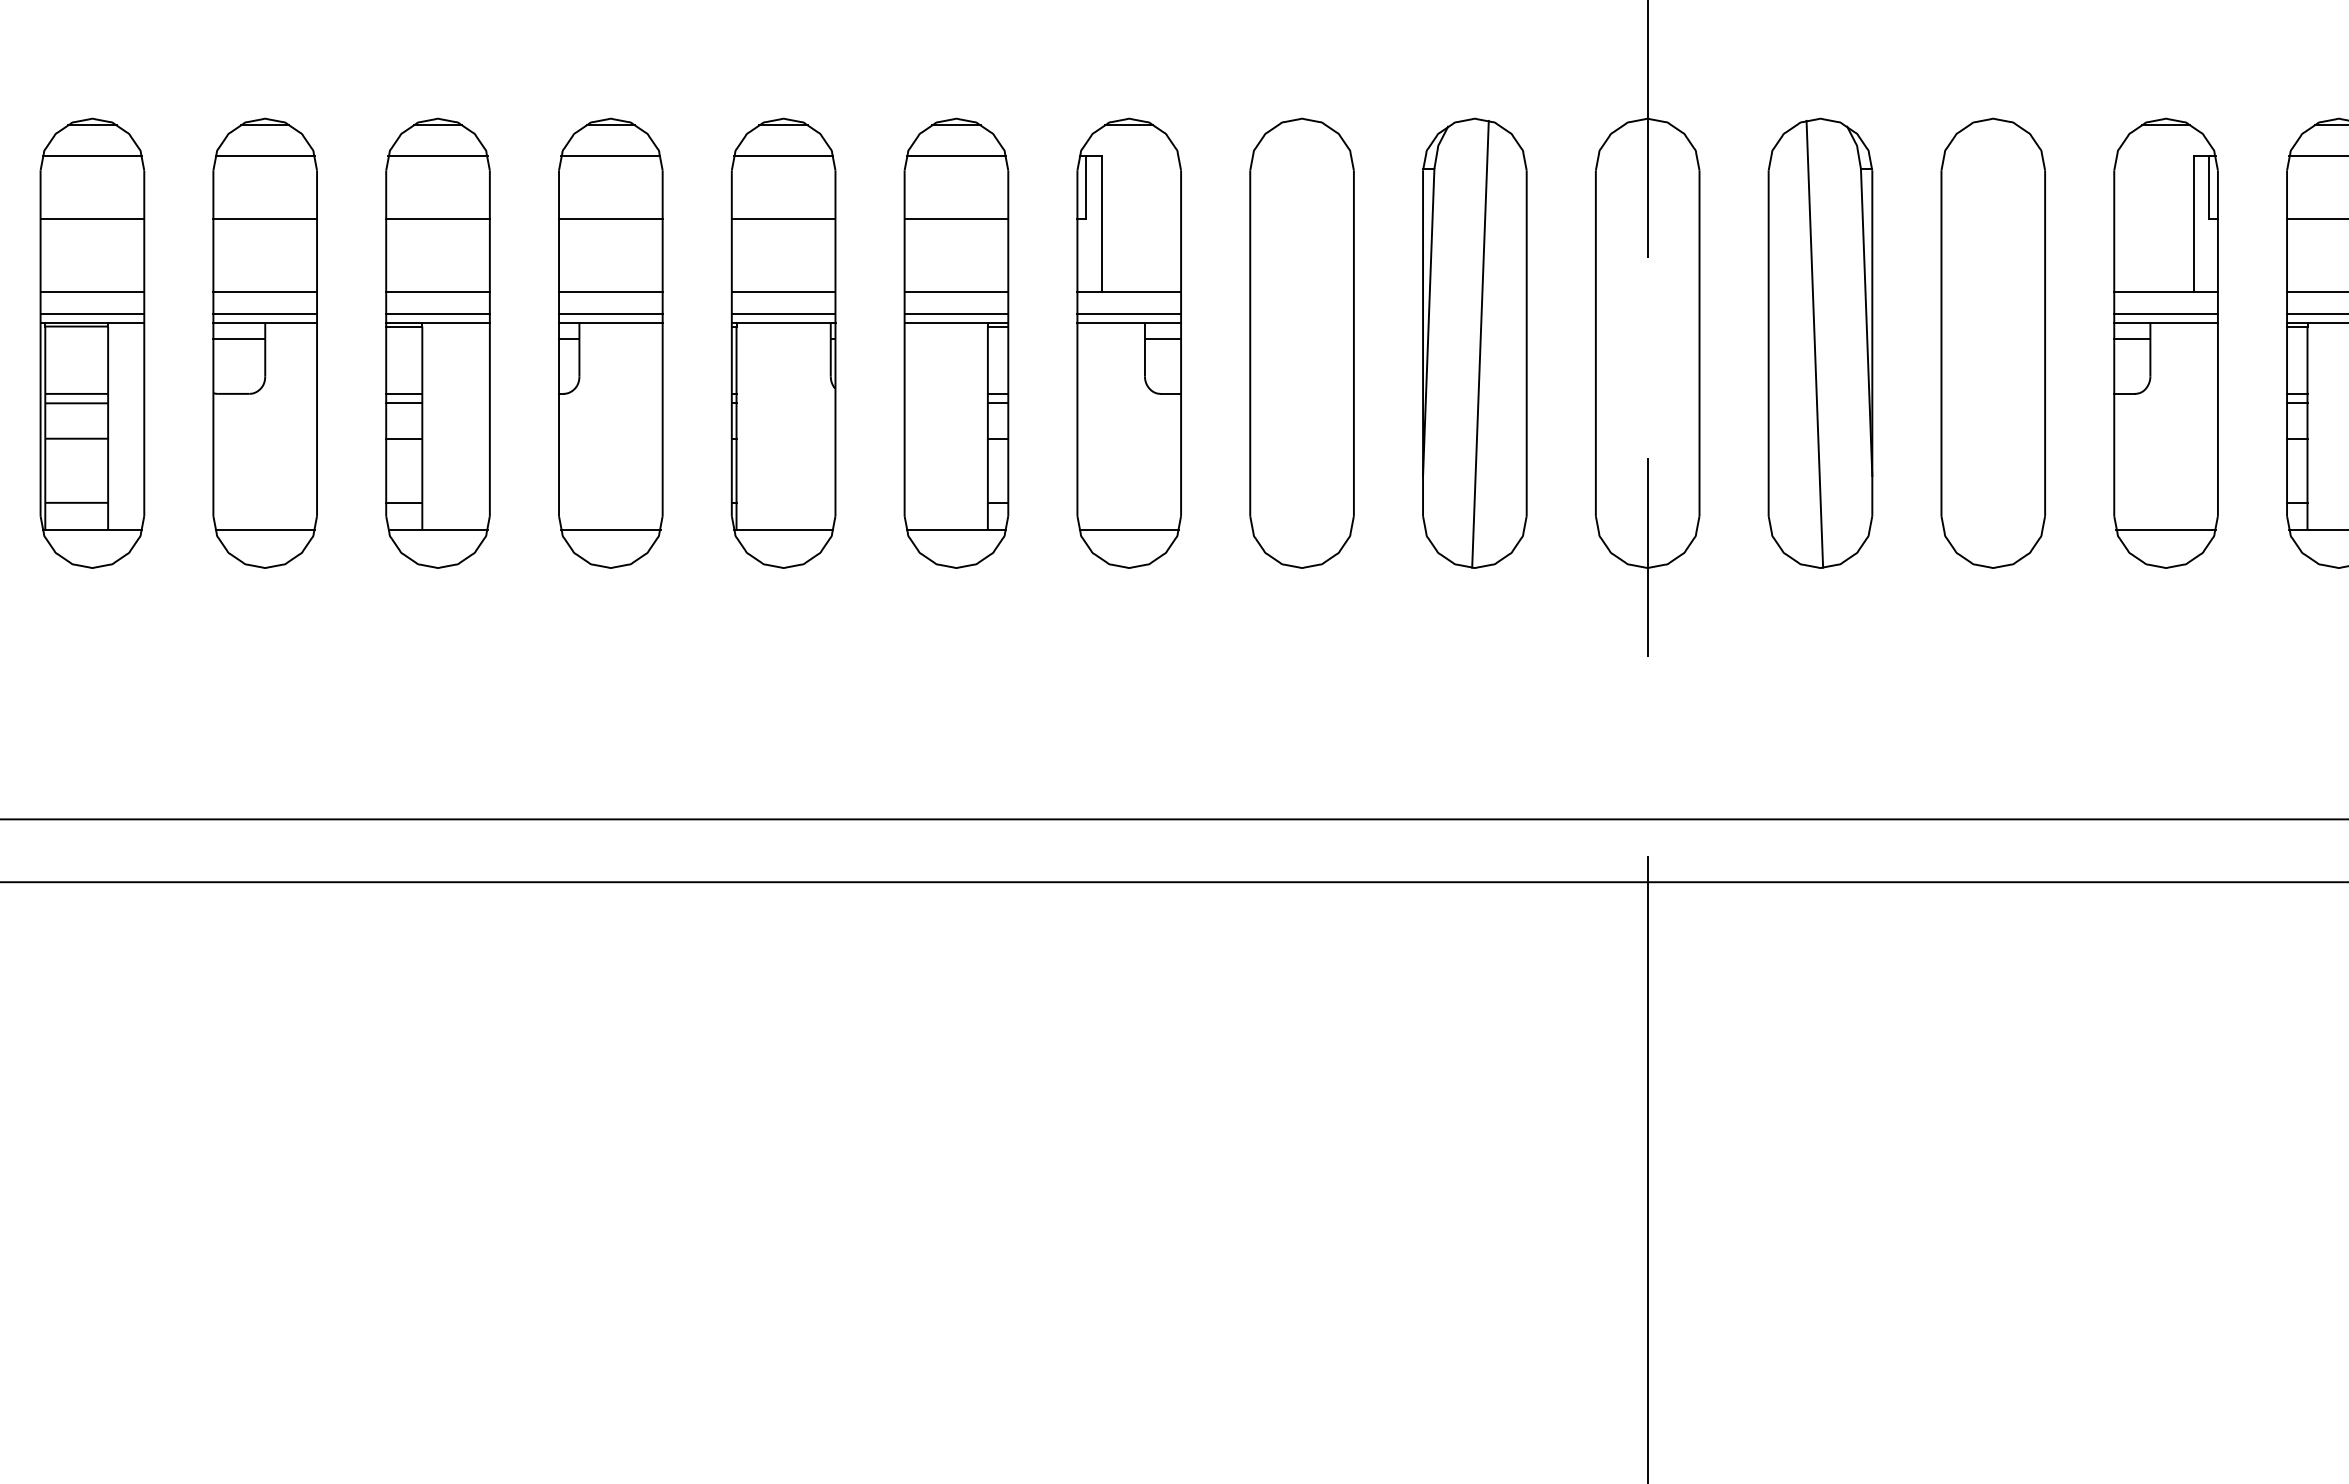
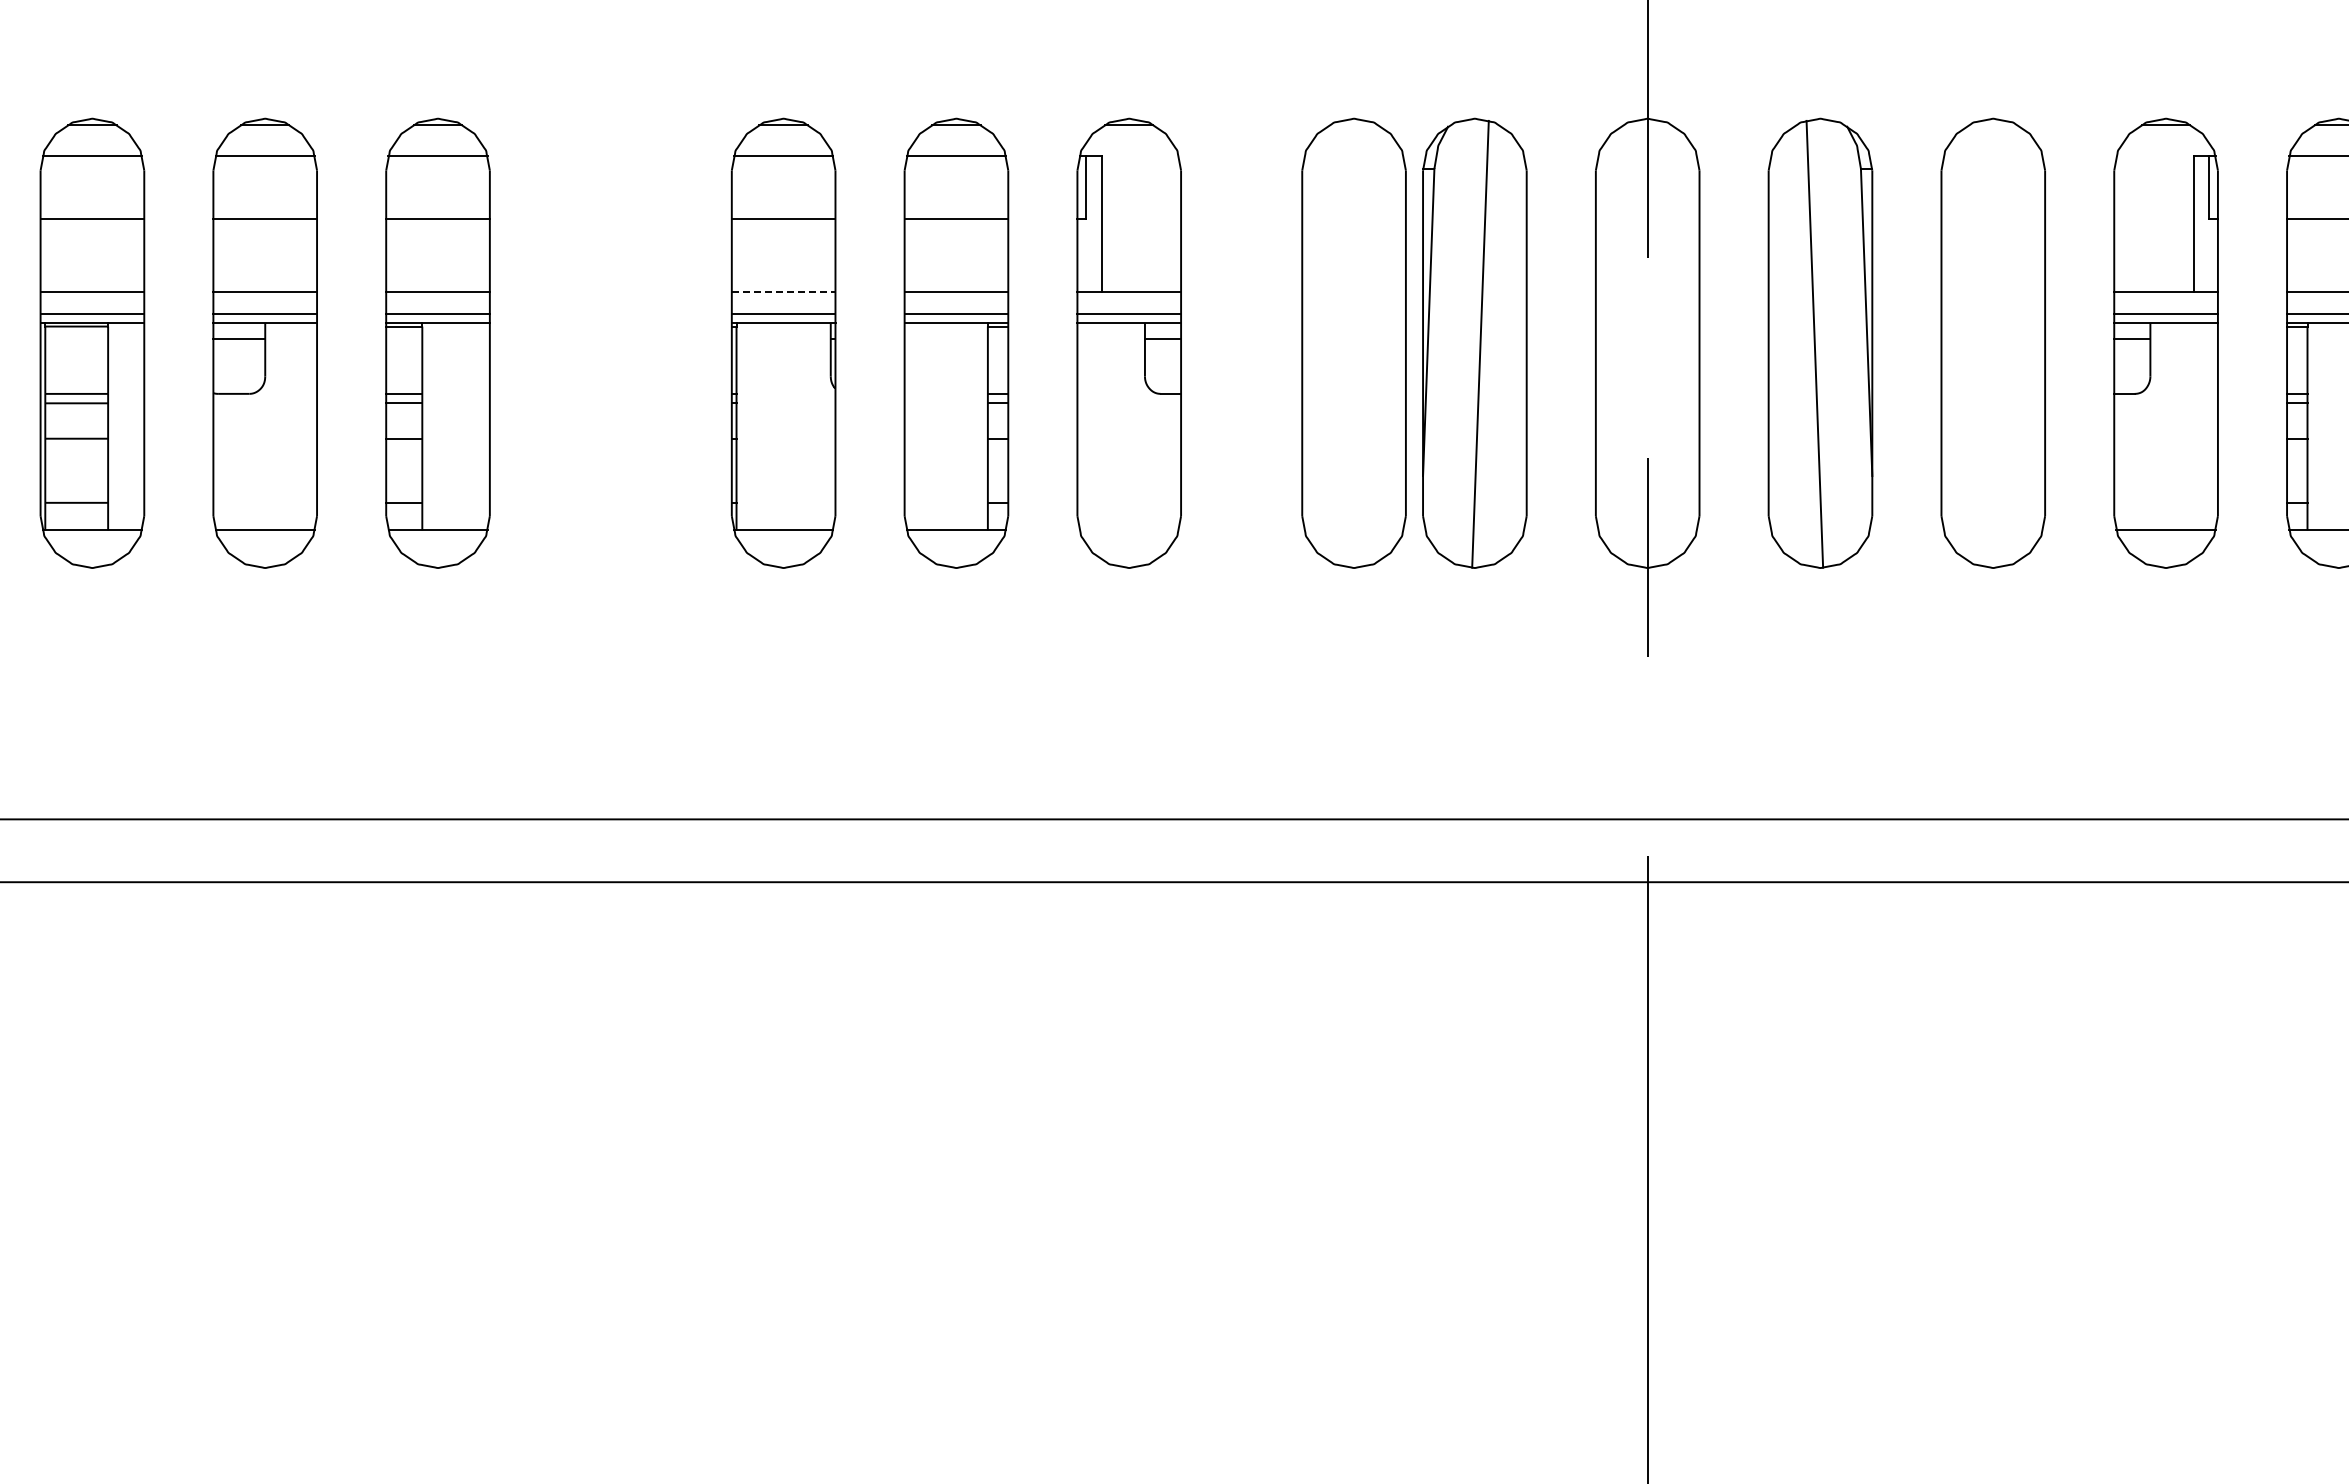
line at (783, 291): solid -> dashed
part at (610, 342): present -> none
part at (1301, 342) position: (1301, 342) -> (1353, 342)
line at (1128, 530): present -> none
